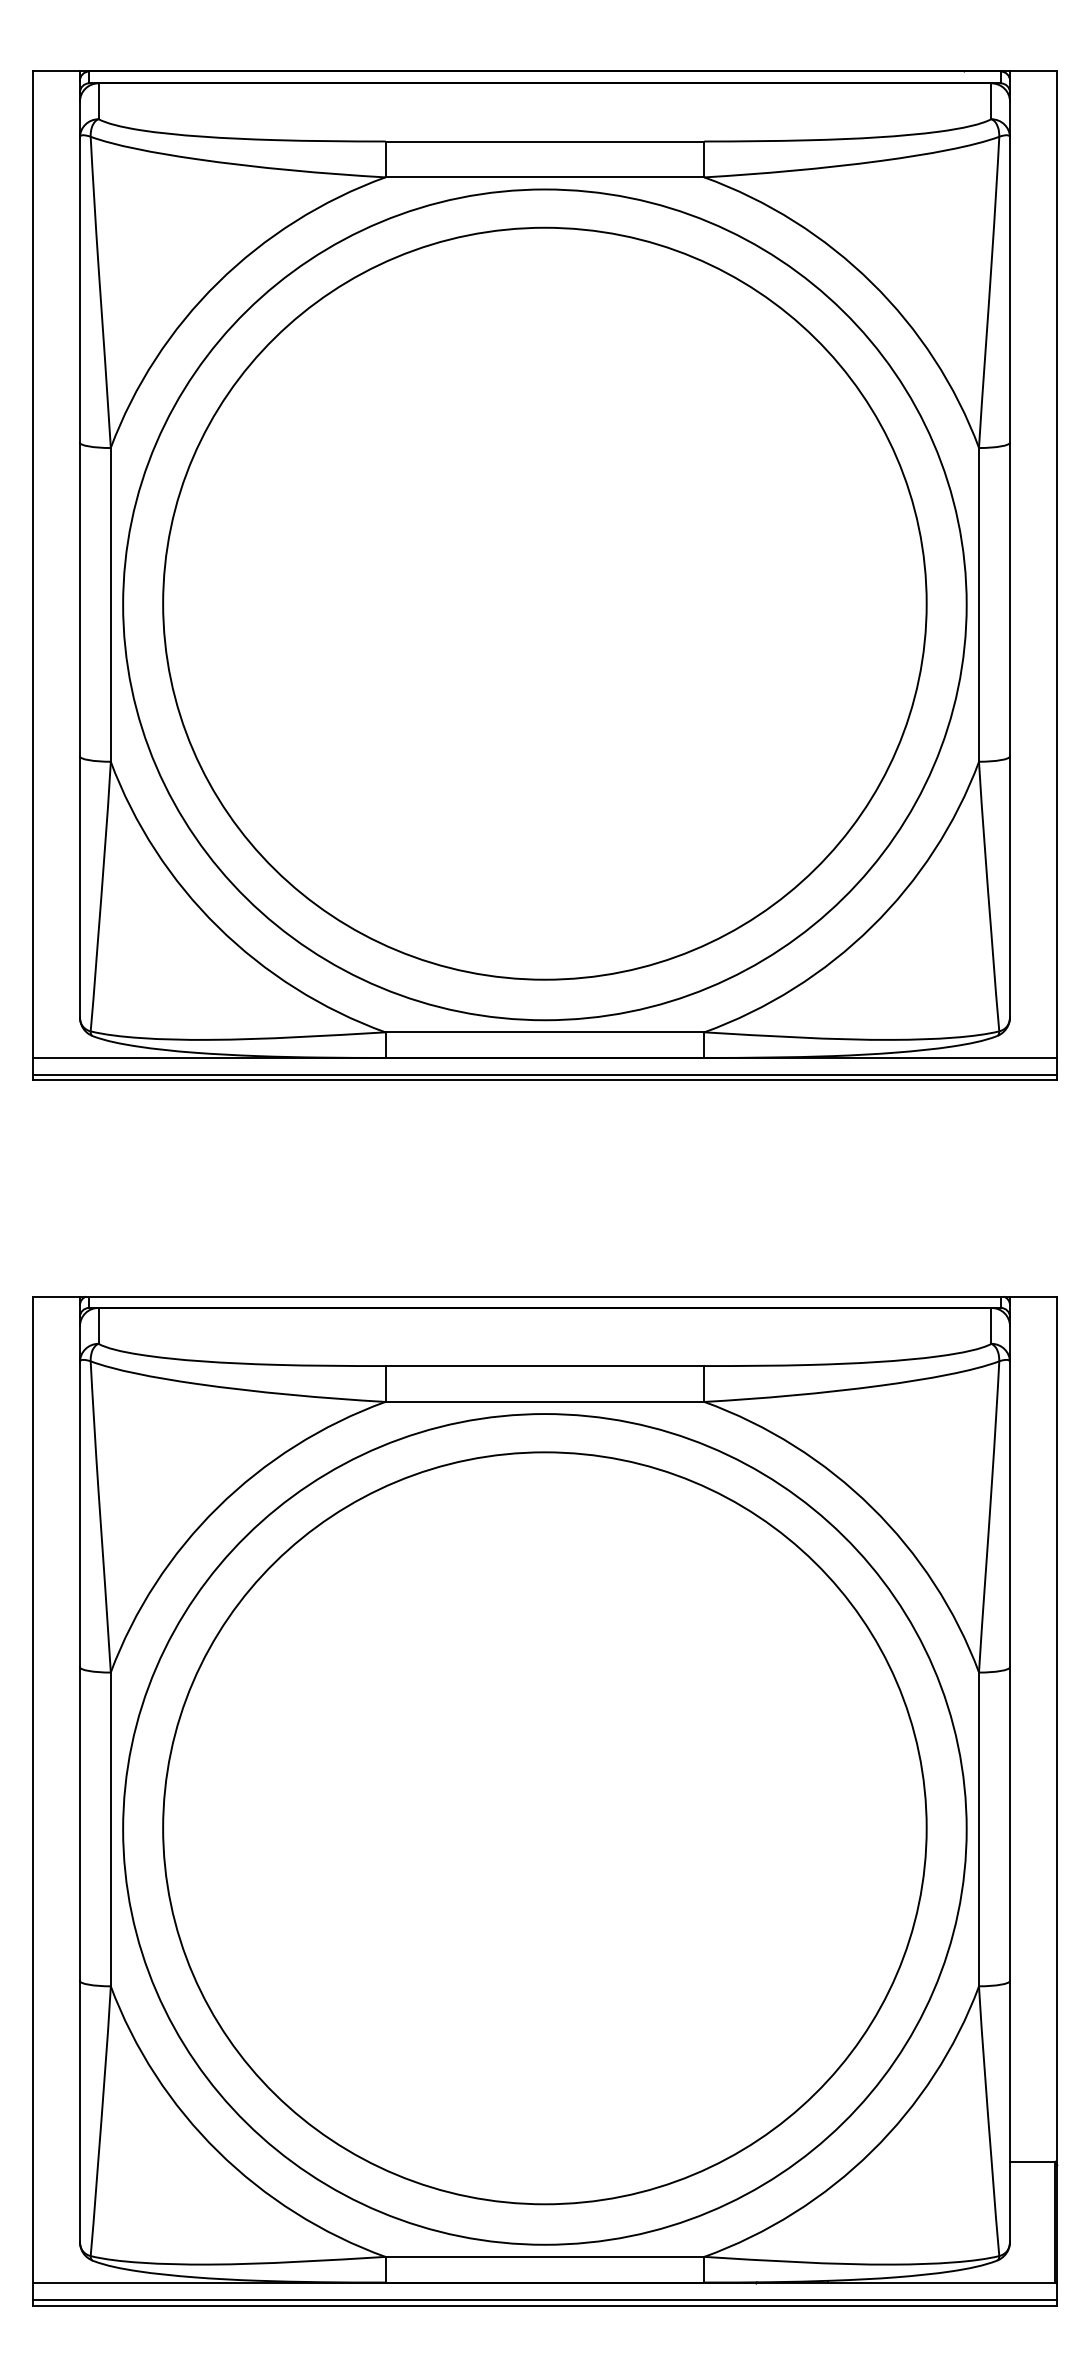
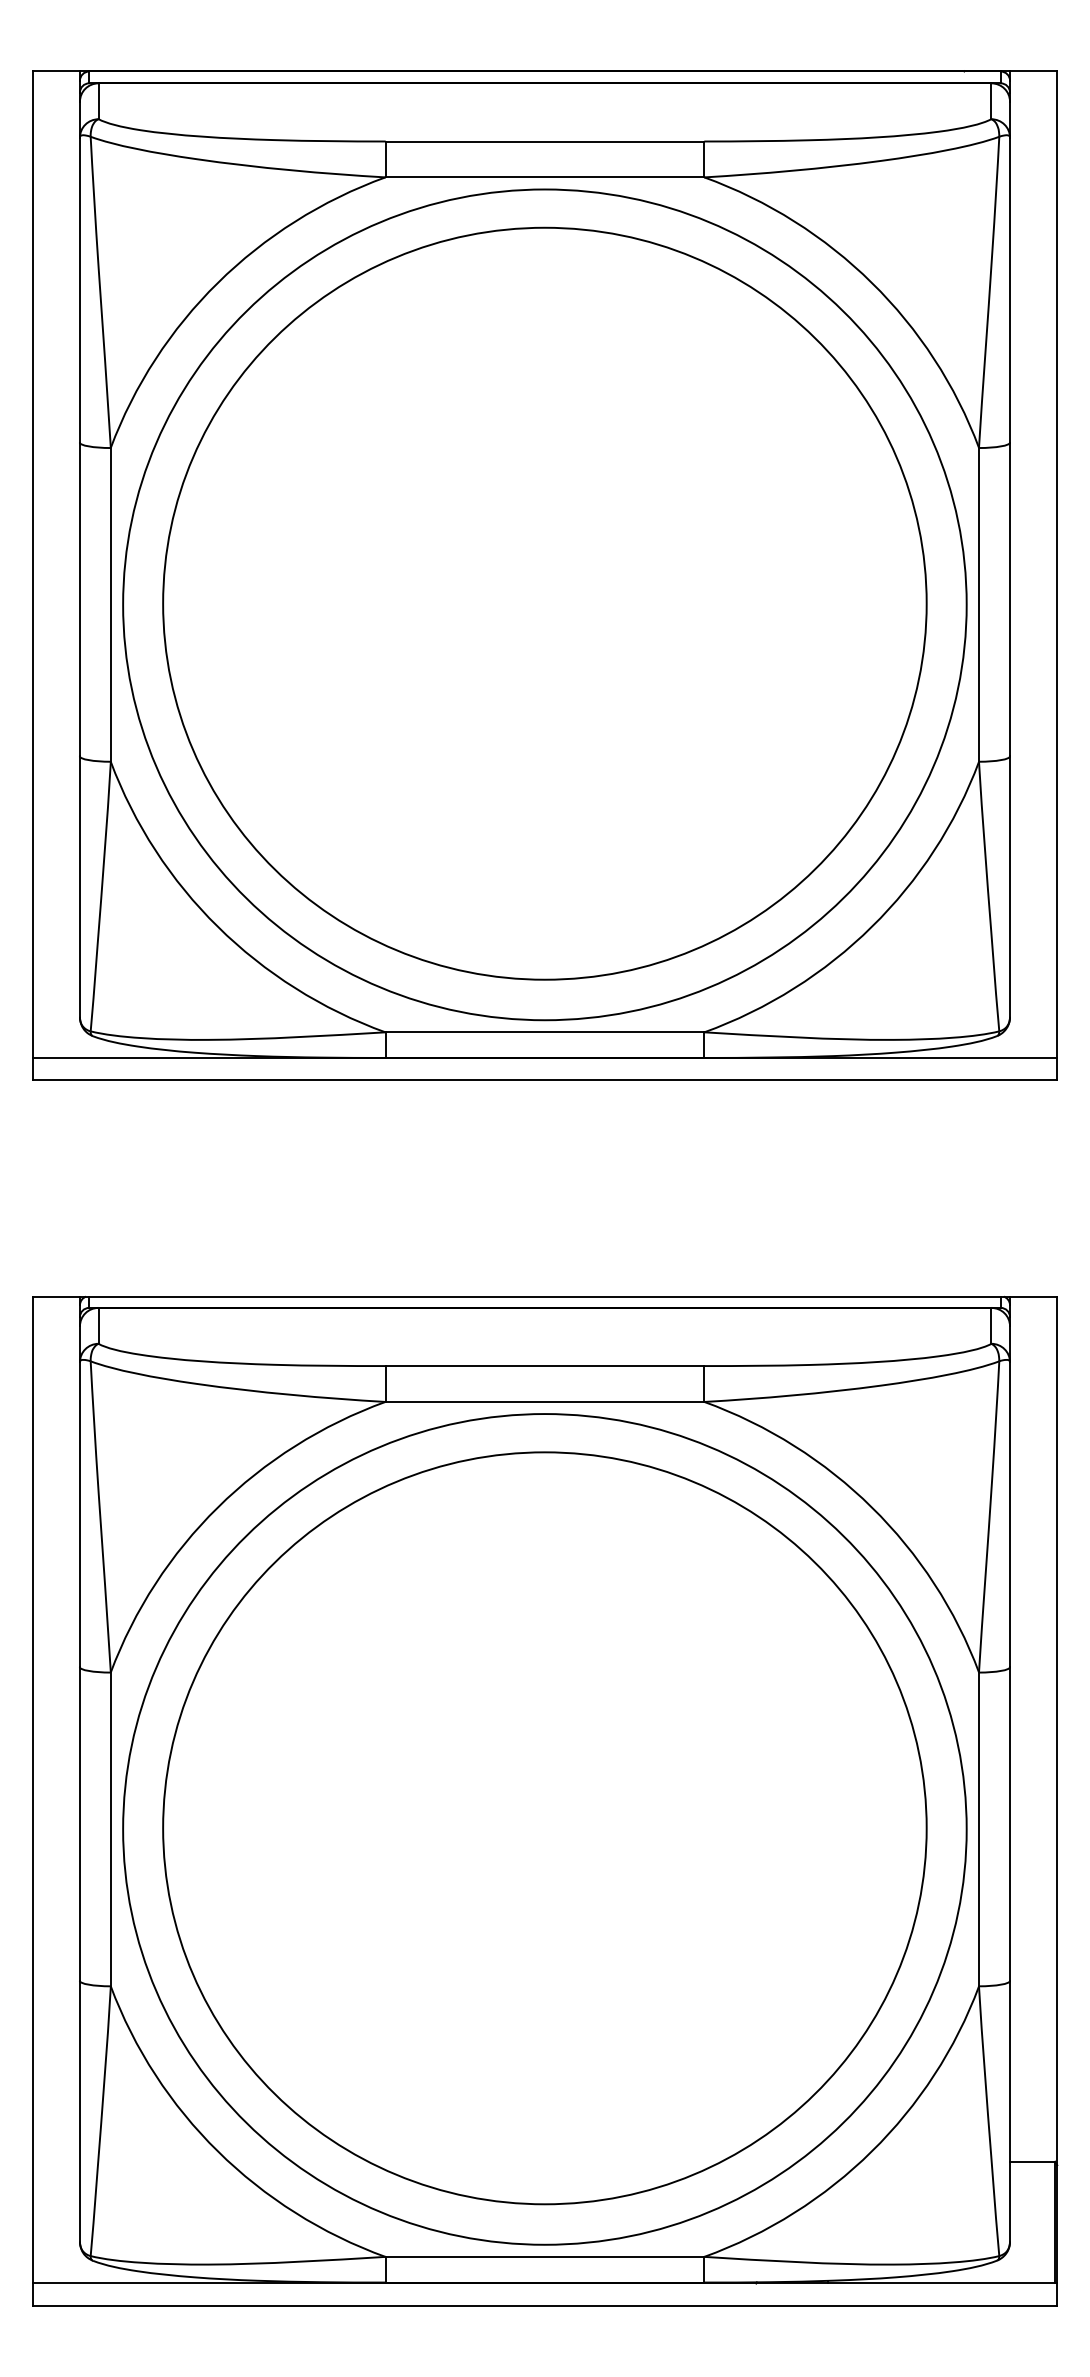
line at (544, 1074): present -> none
line at (544, 2300): present -> none
